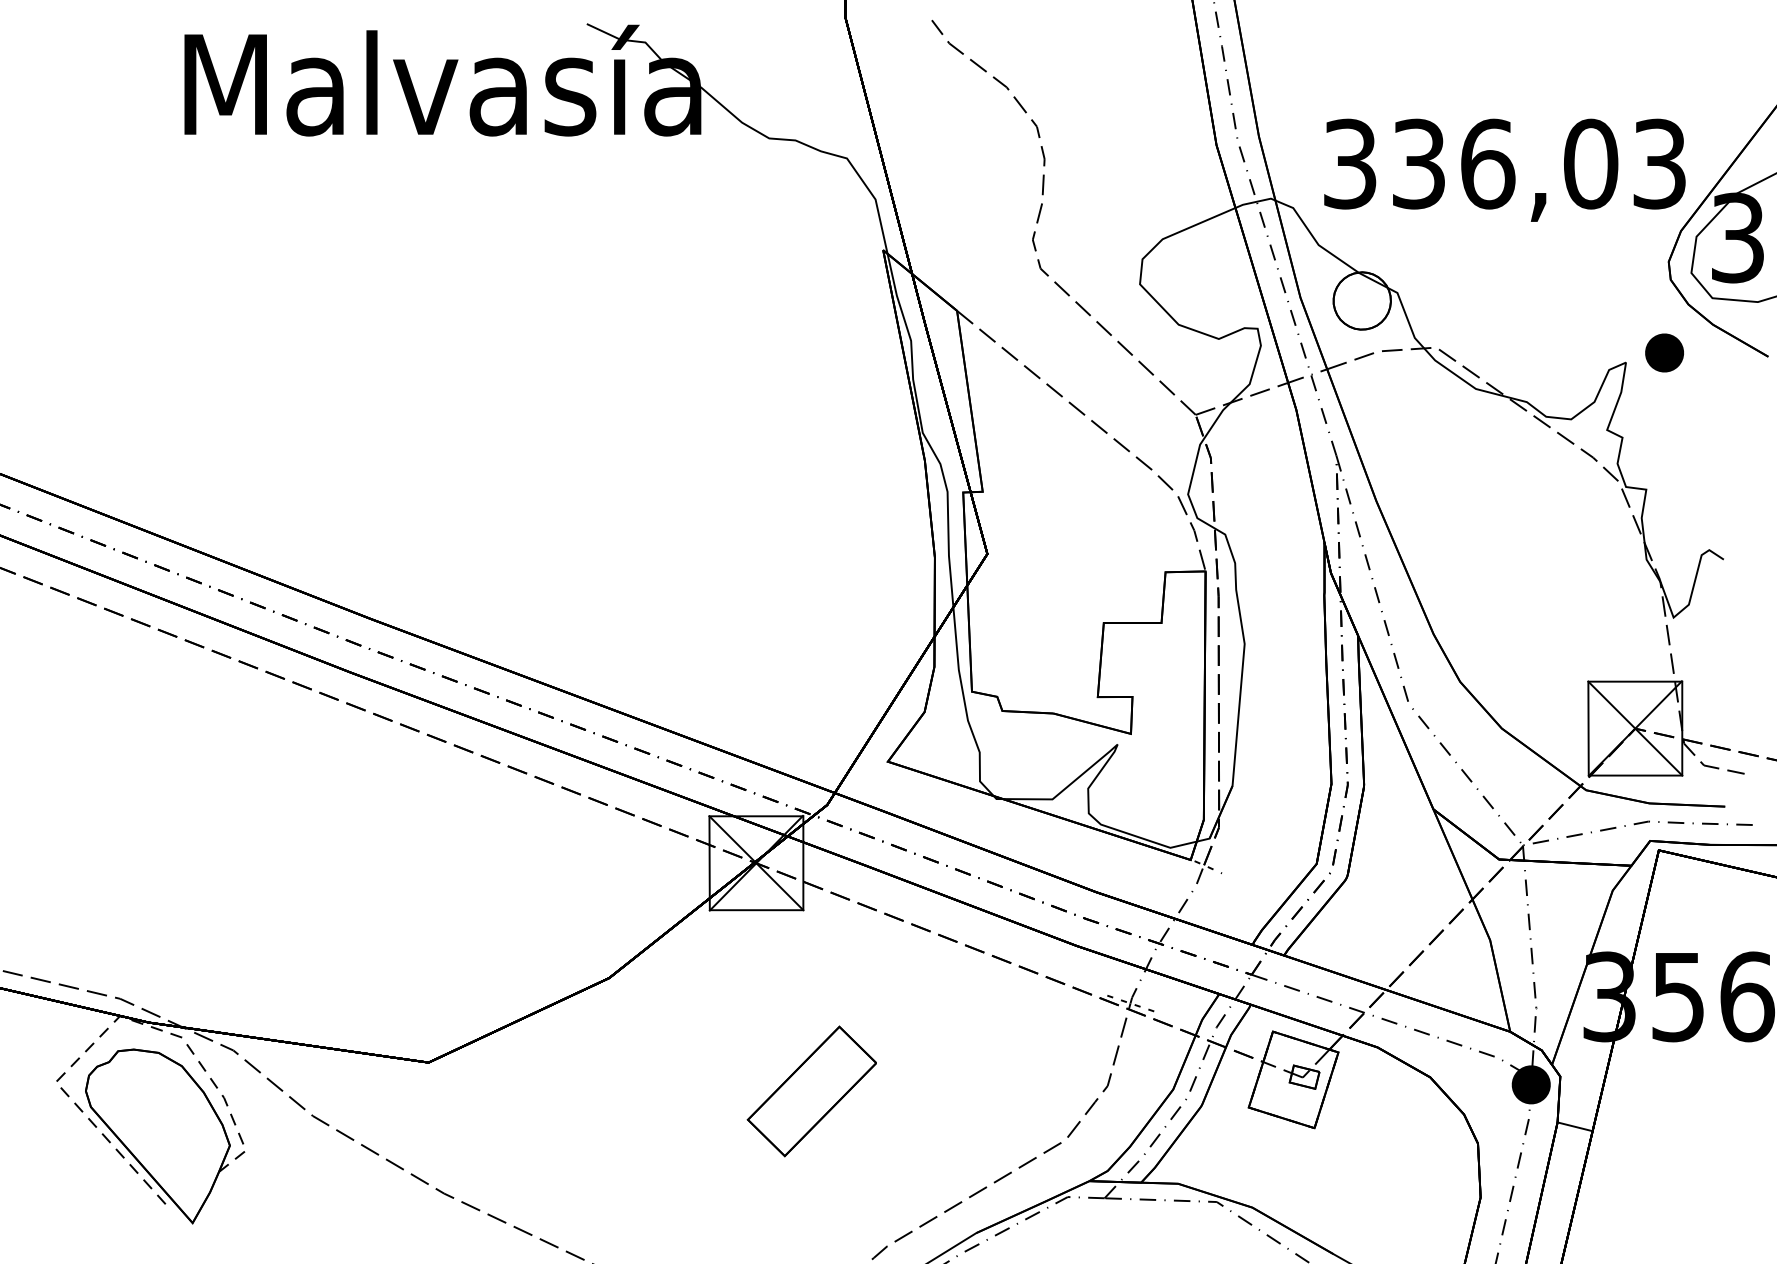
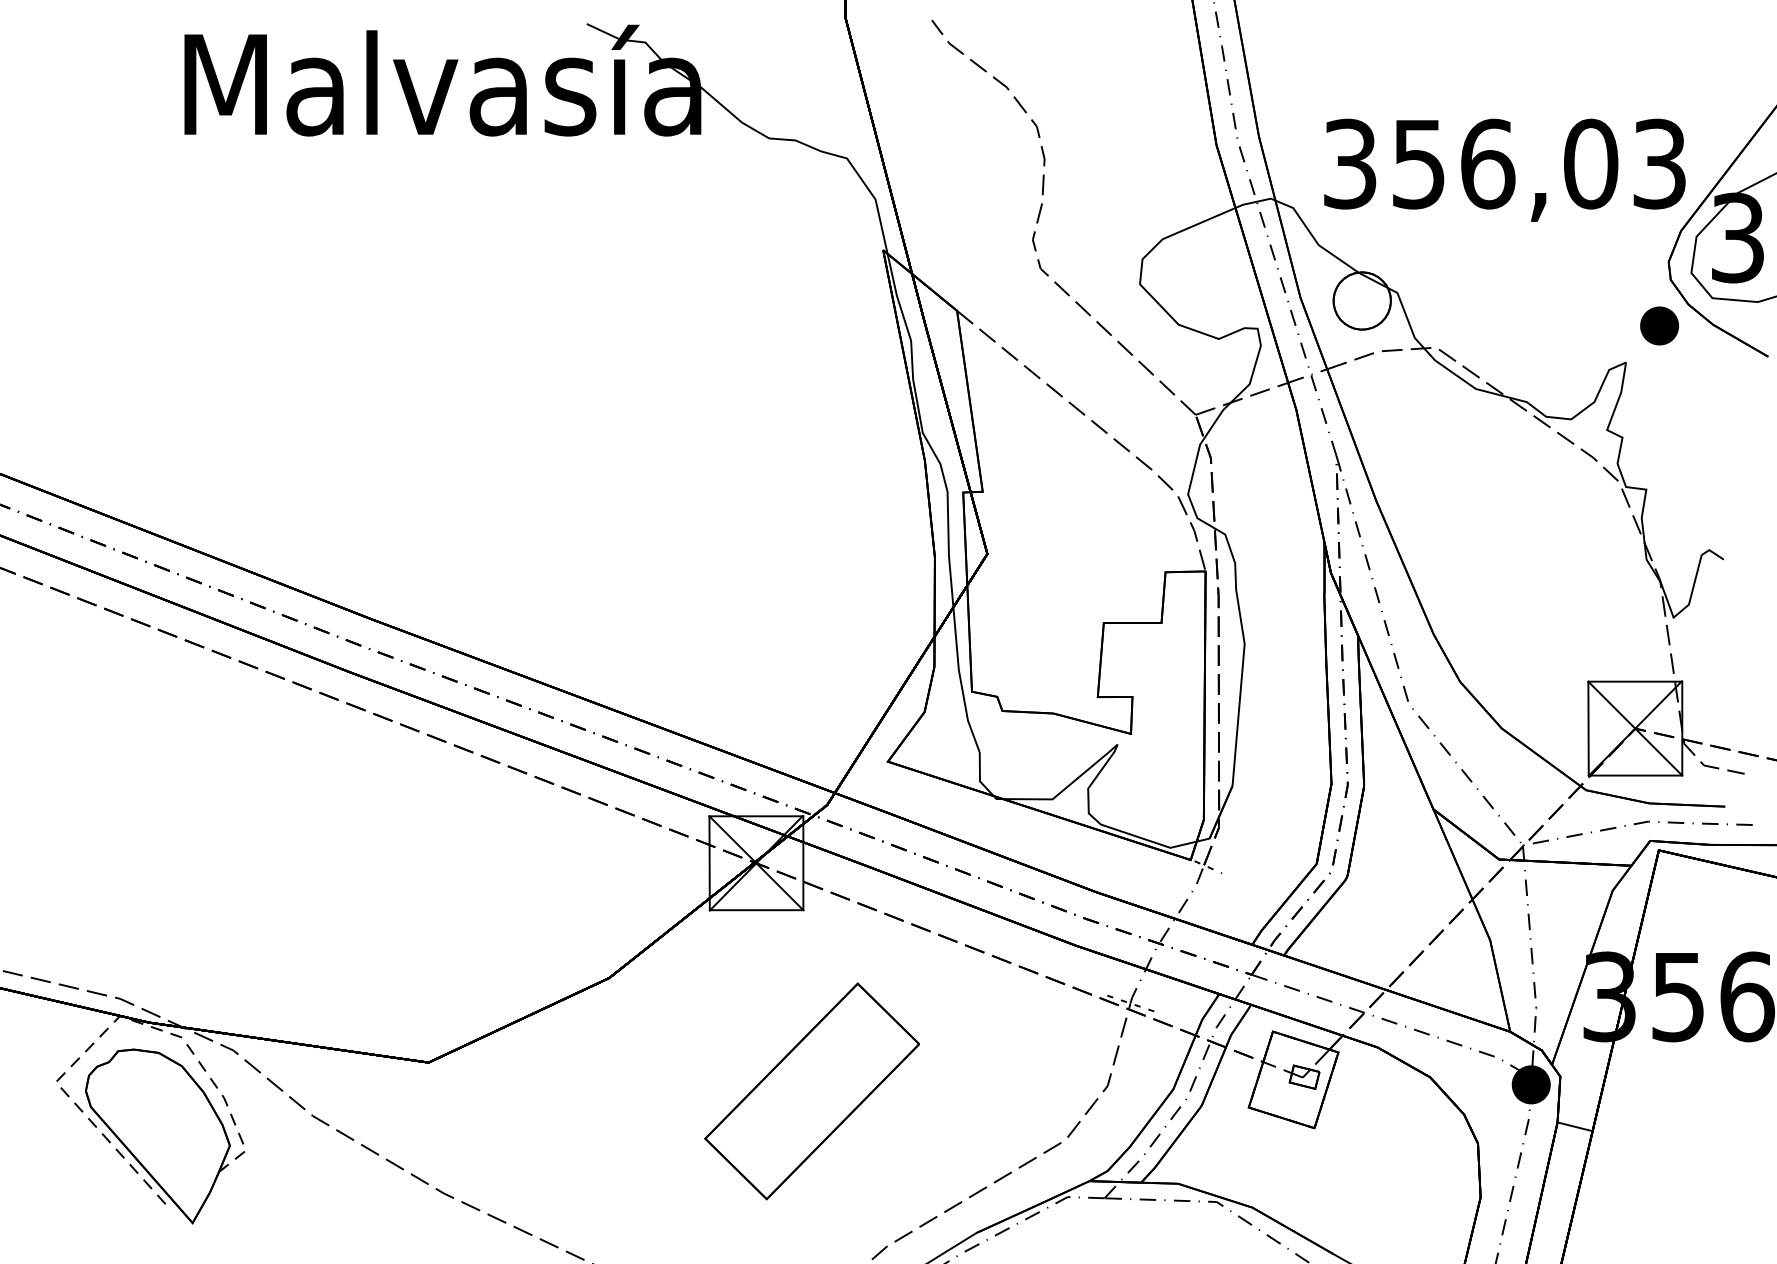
text at (1418, 163): 336,03 -> 356,03
part at (1664, 352) position: (1664, 352) -> (1659, 325)
part at (811, 1091) size: 131x133 px -> 216x219 px
